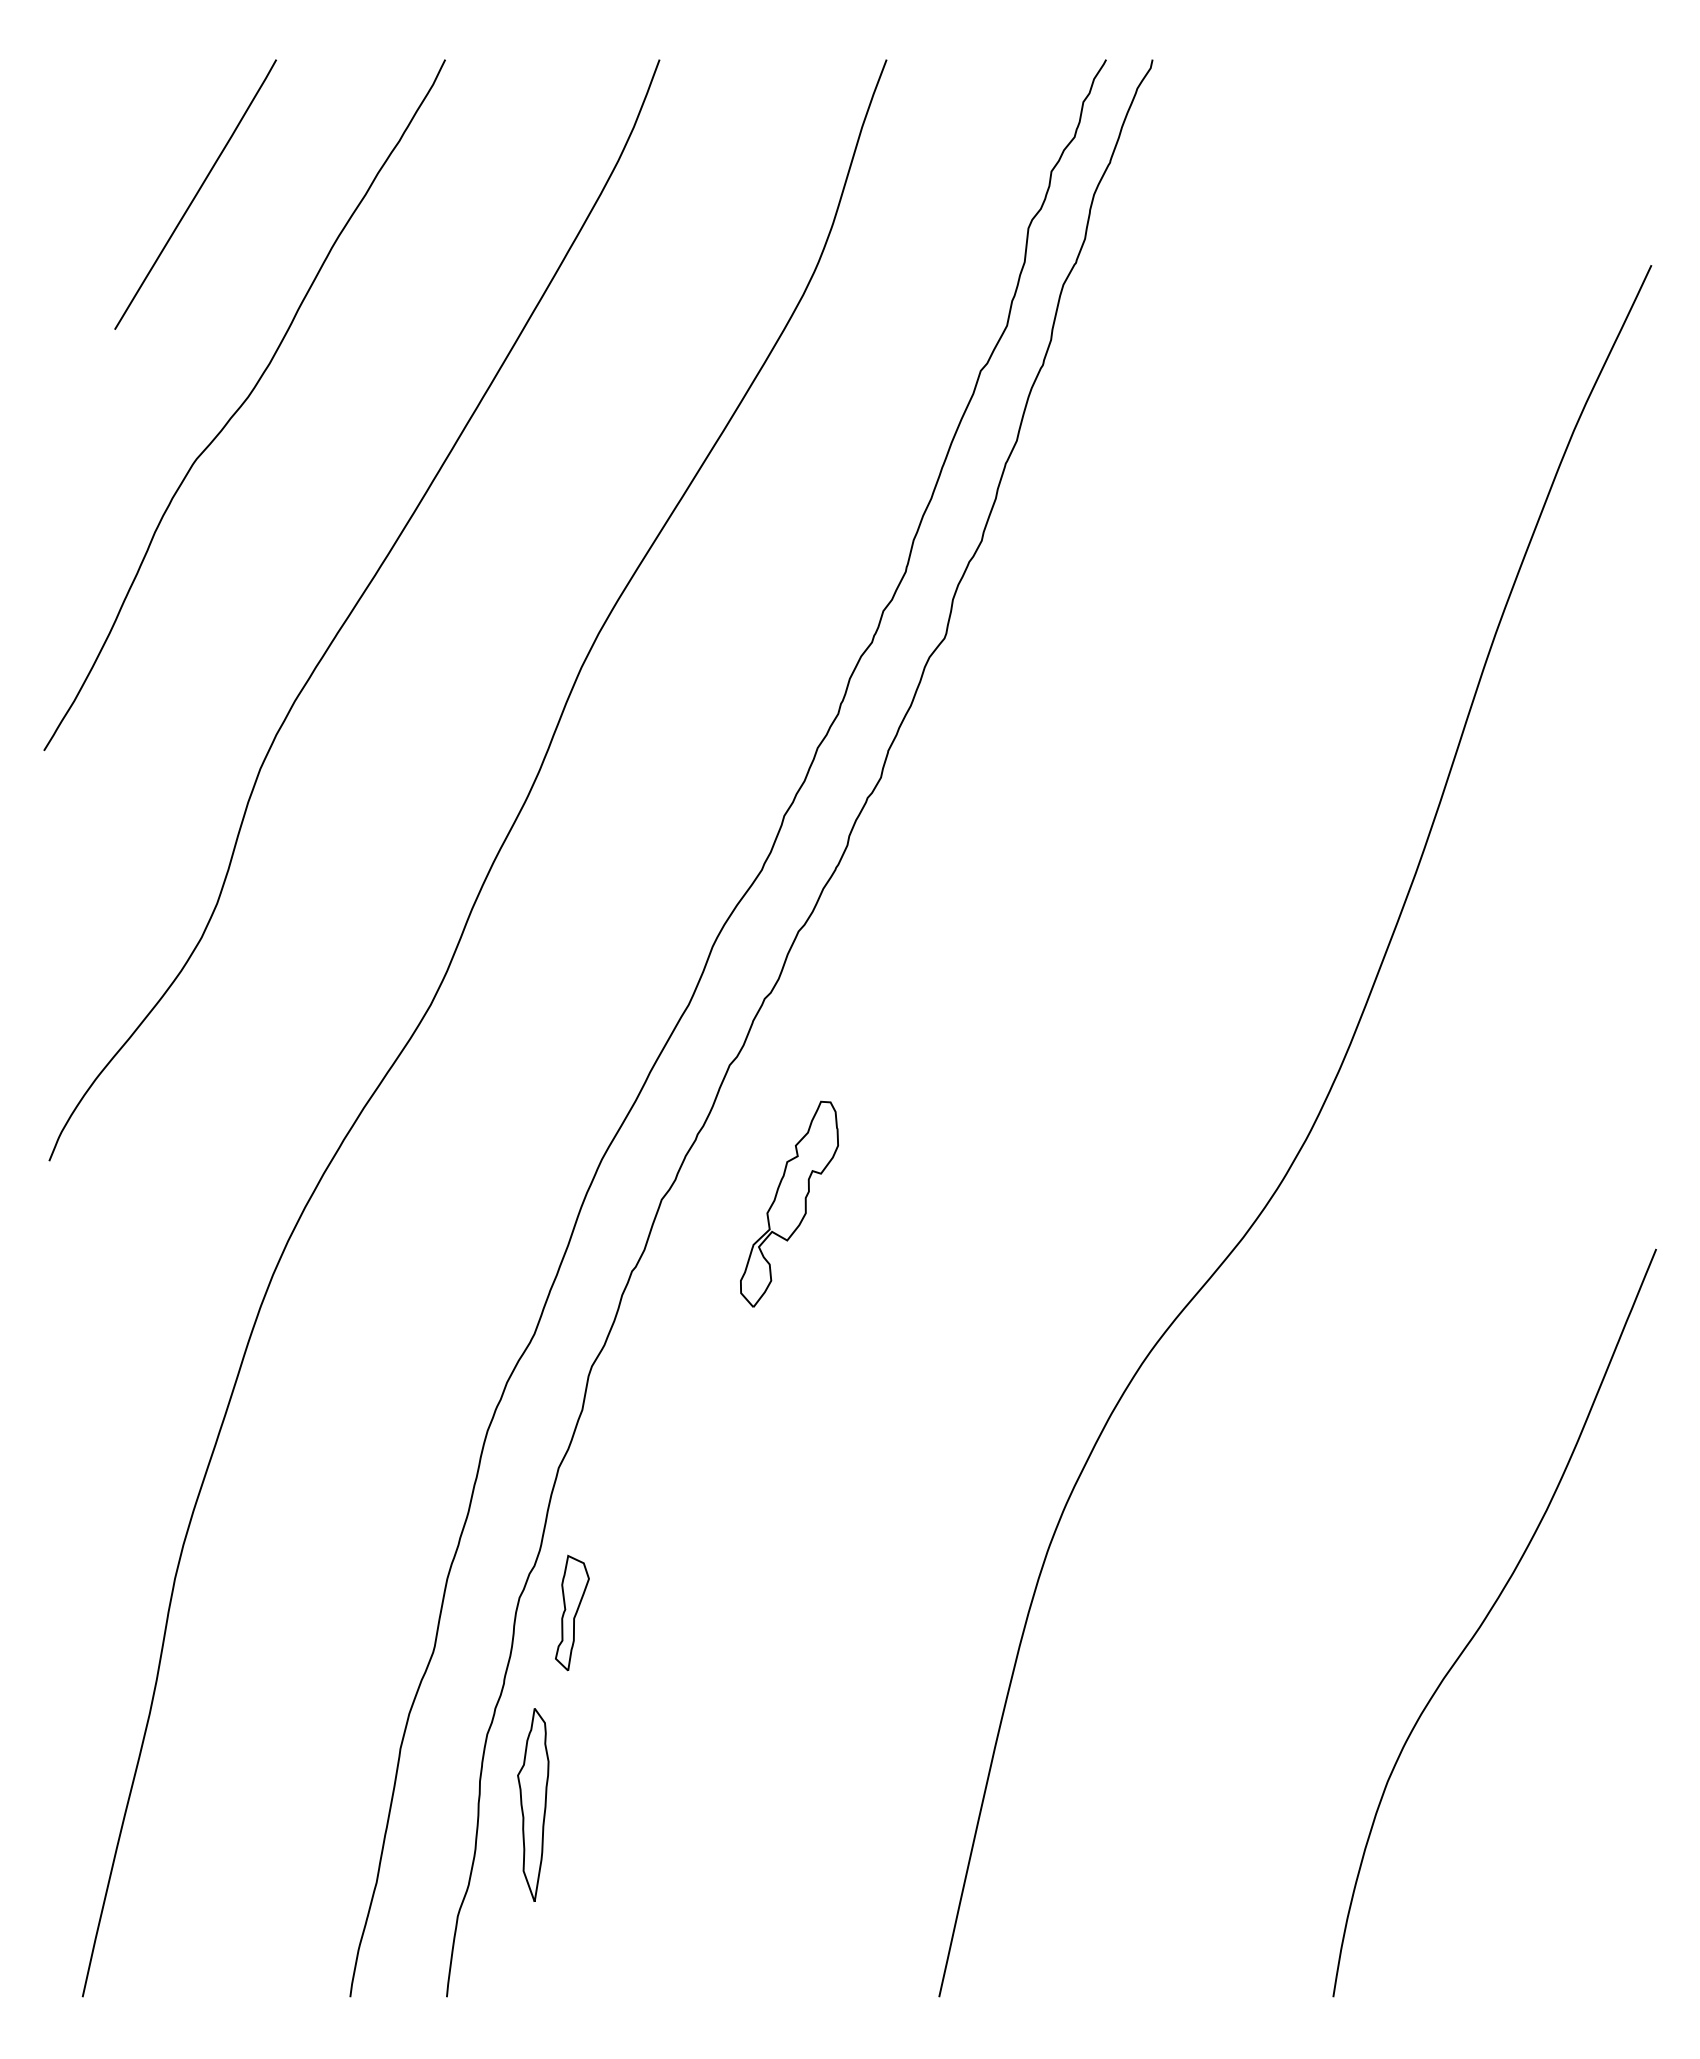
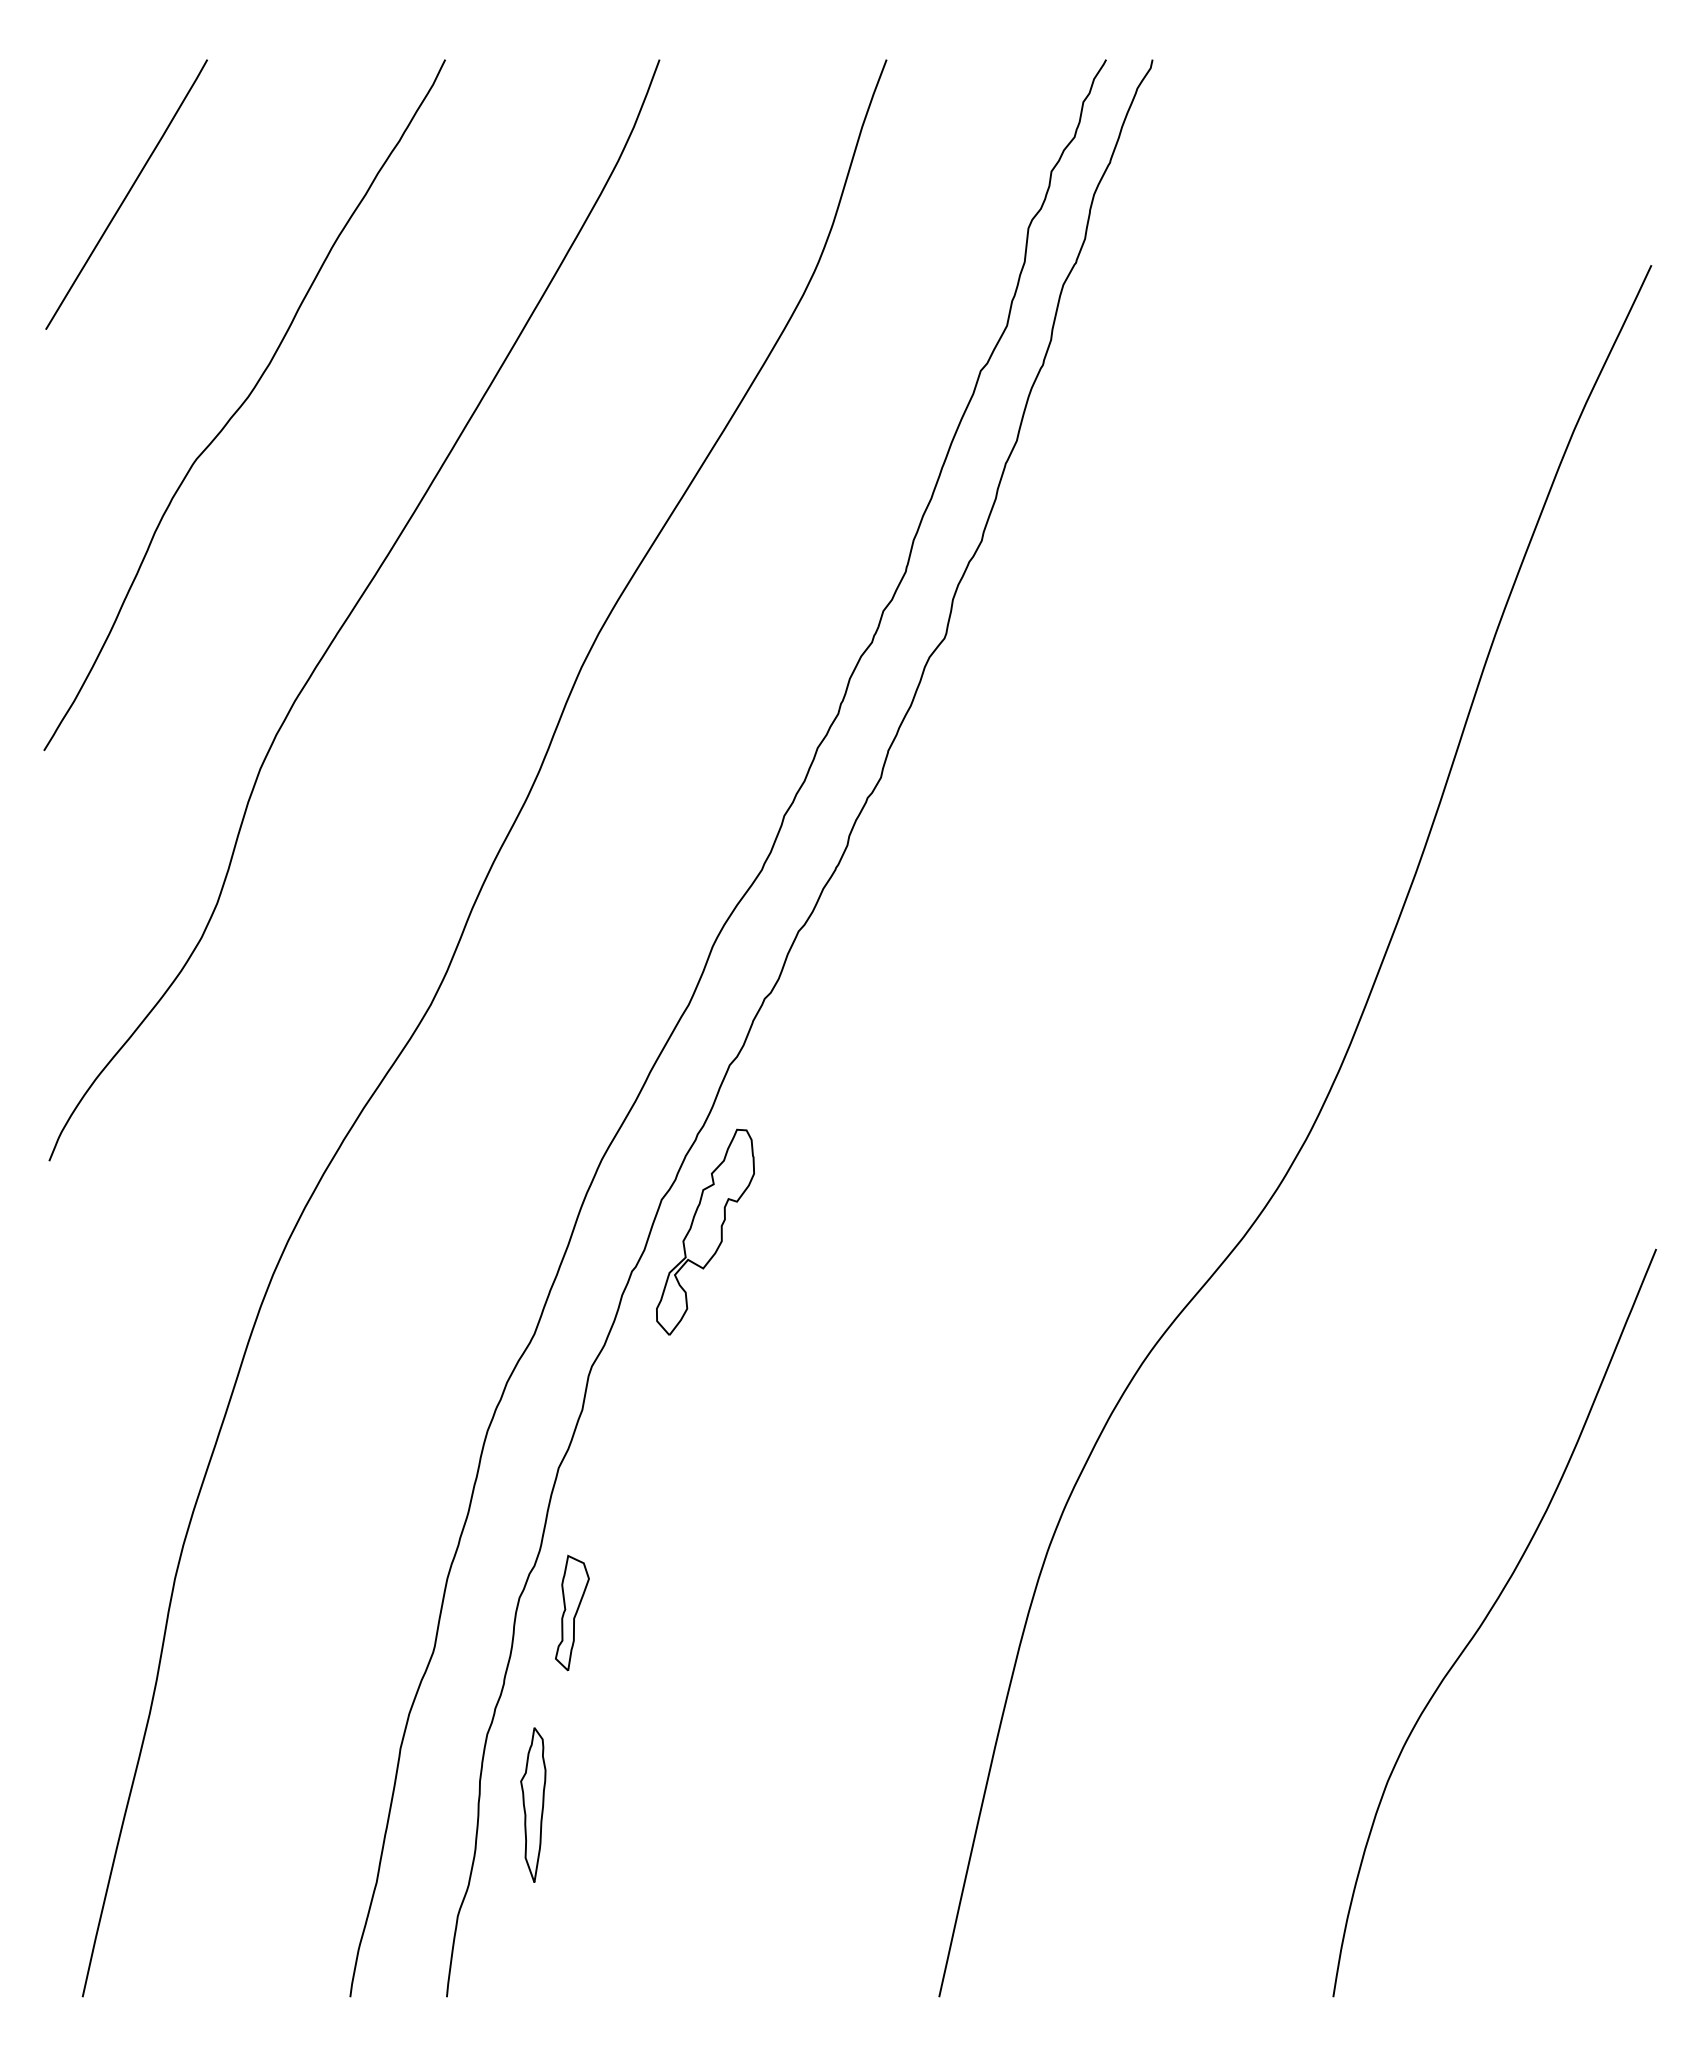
curve at (195, 194) position: (195, 194) -> (126, 194)
part at (789, 1203) position: (789, 1203) -> (705, 1231)
part at (533, 1804) size: 33x194 px -> 27x156 px
